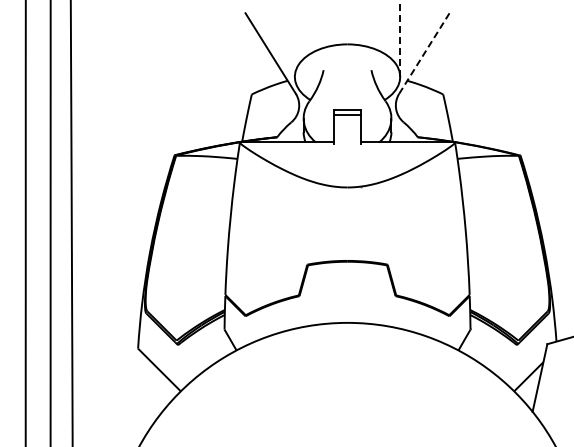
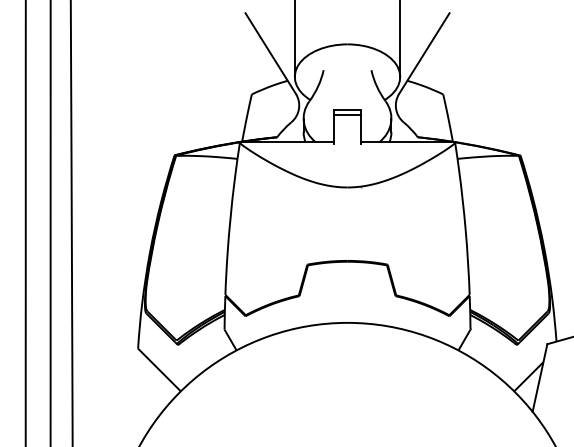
line at (400, 38): dashed -> solid
line at (294, 39): none -> present
line at (424, 53): dashed -> solid
